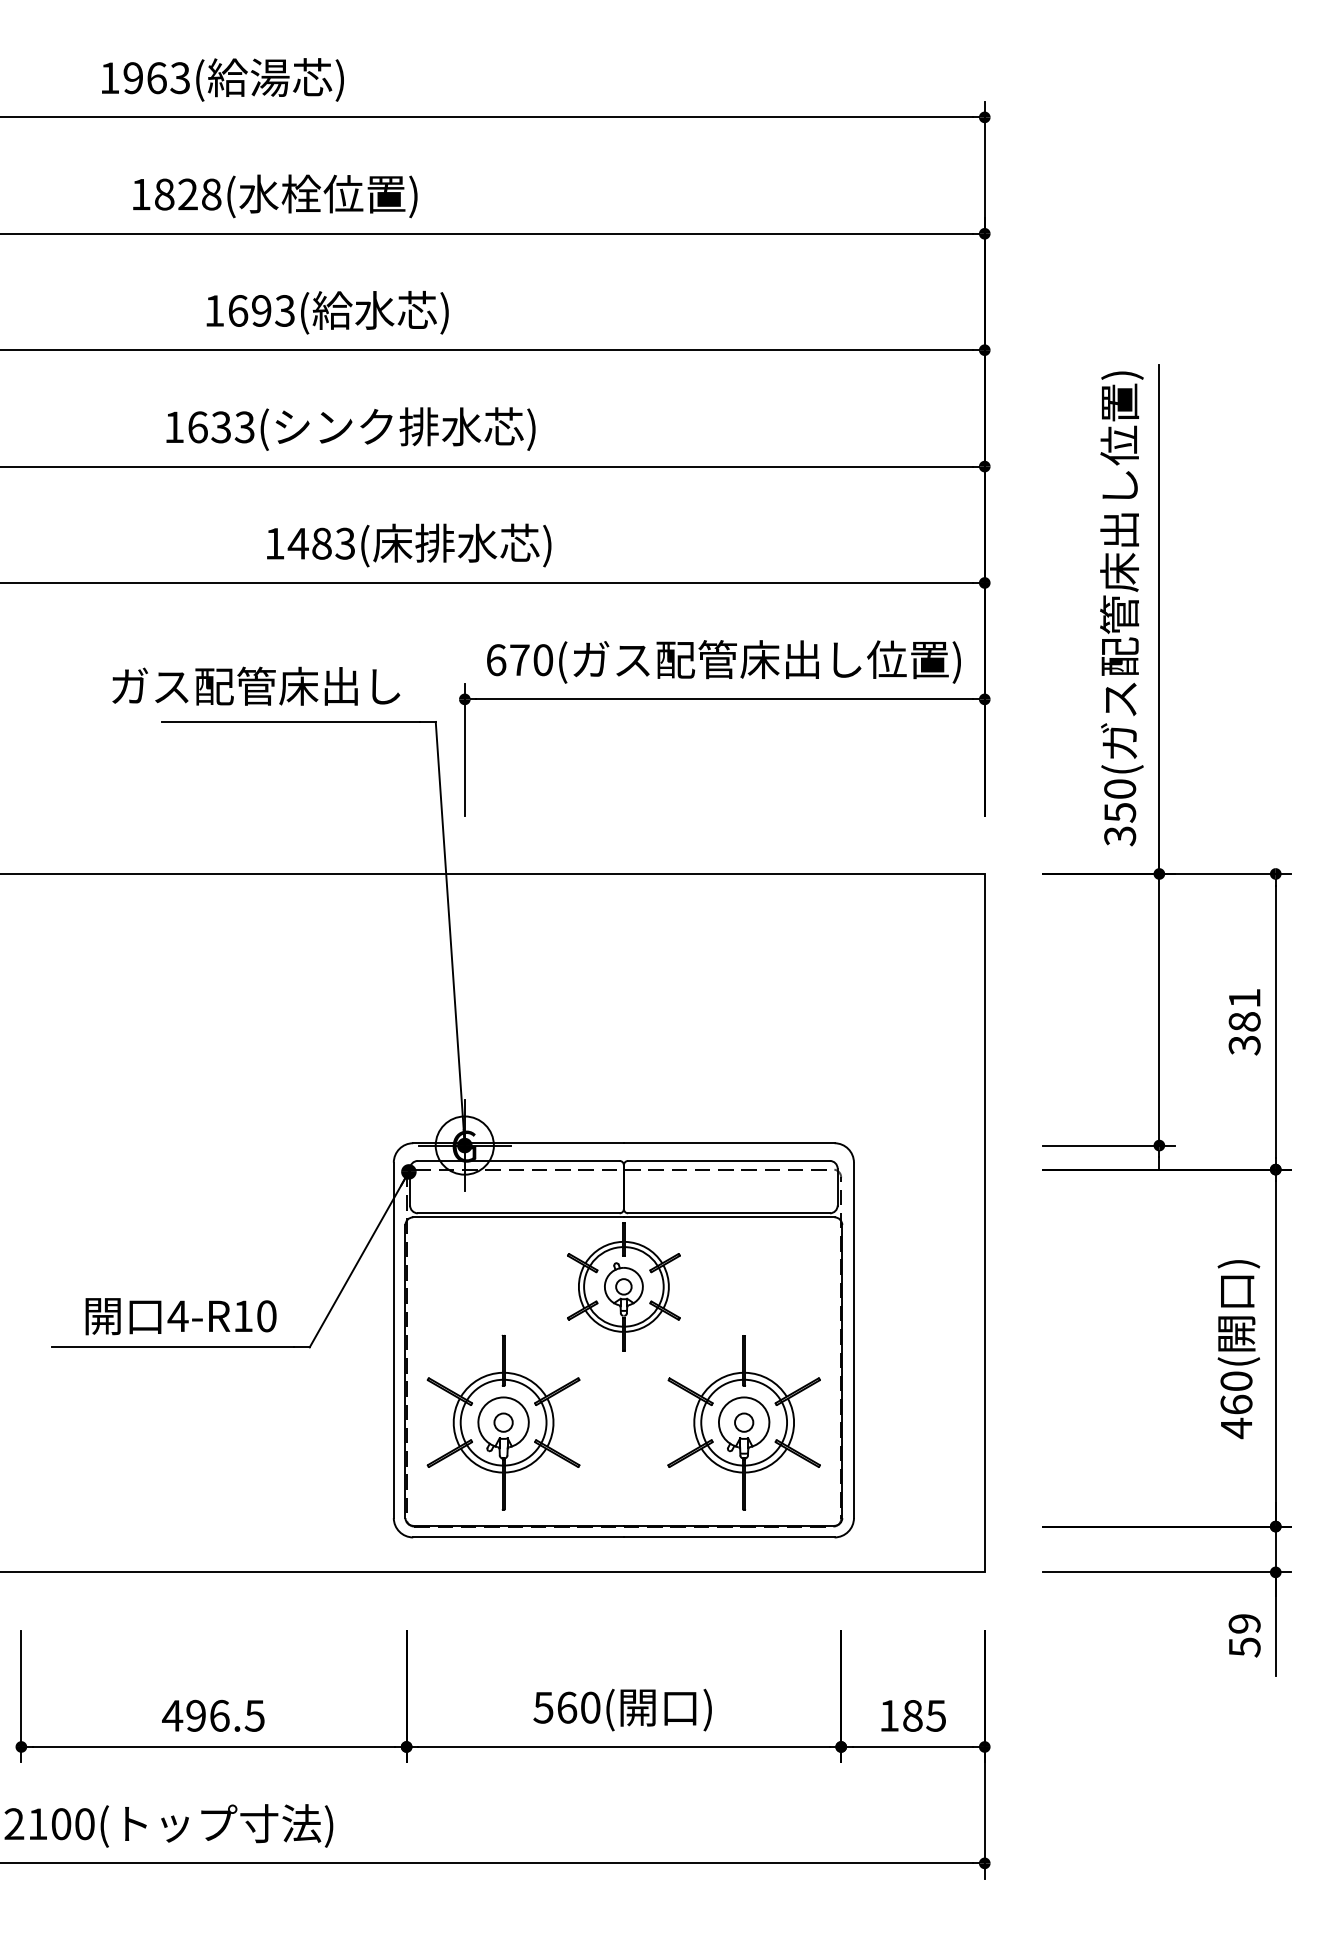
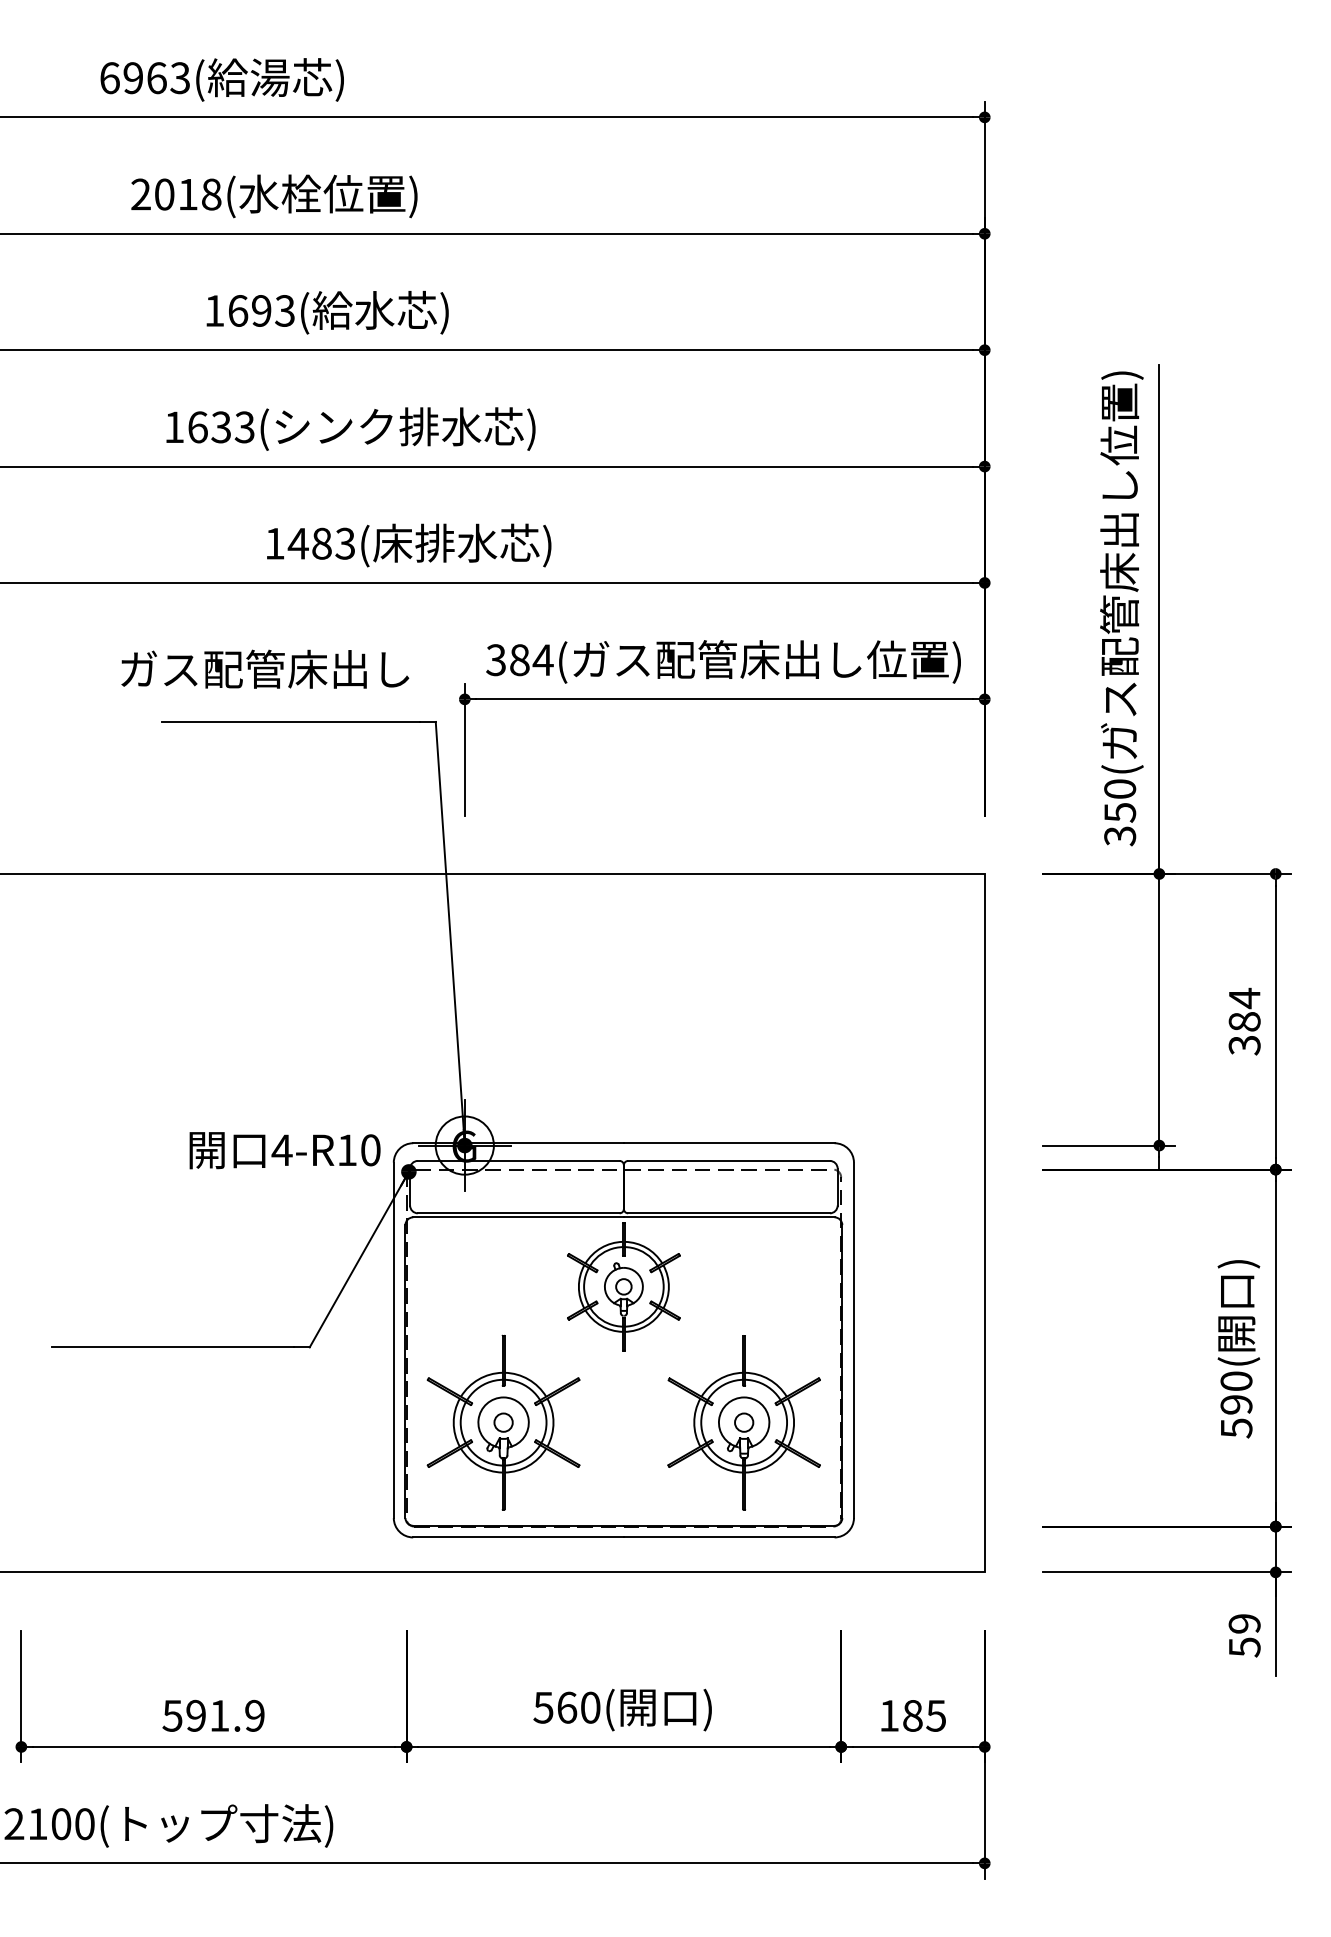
text at (109, 78): 1963 -> 6963
text at (164, 194): 1828( -> 2018(
text at (519, 660): 670 -> 384
text at (256, 685) position: (256, 685) -> (265, 668)
text at (1244, 998): 381 -> 384
text at (180, 1316) position: (180, 1316) -> (284, 1150)
text at (1236, 1416): 460( -> 590(
text at (213, 1715): 496.5 -> 591.9
